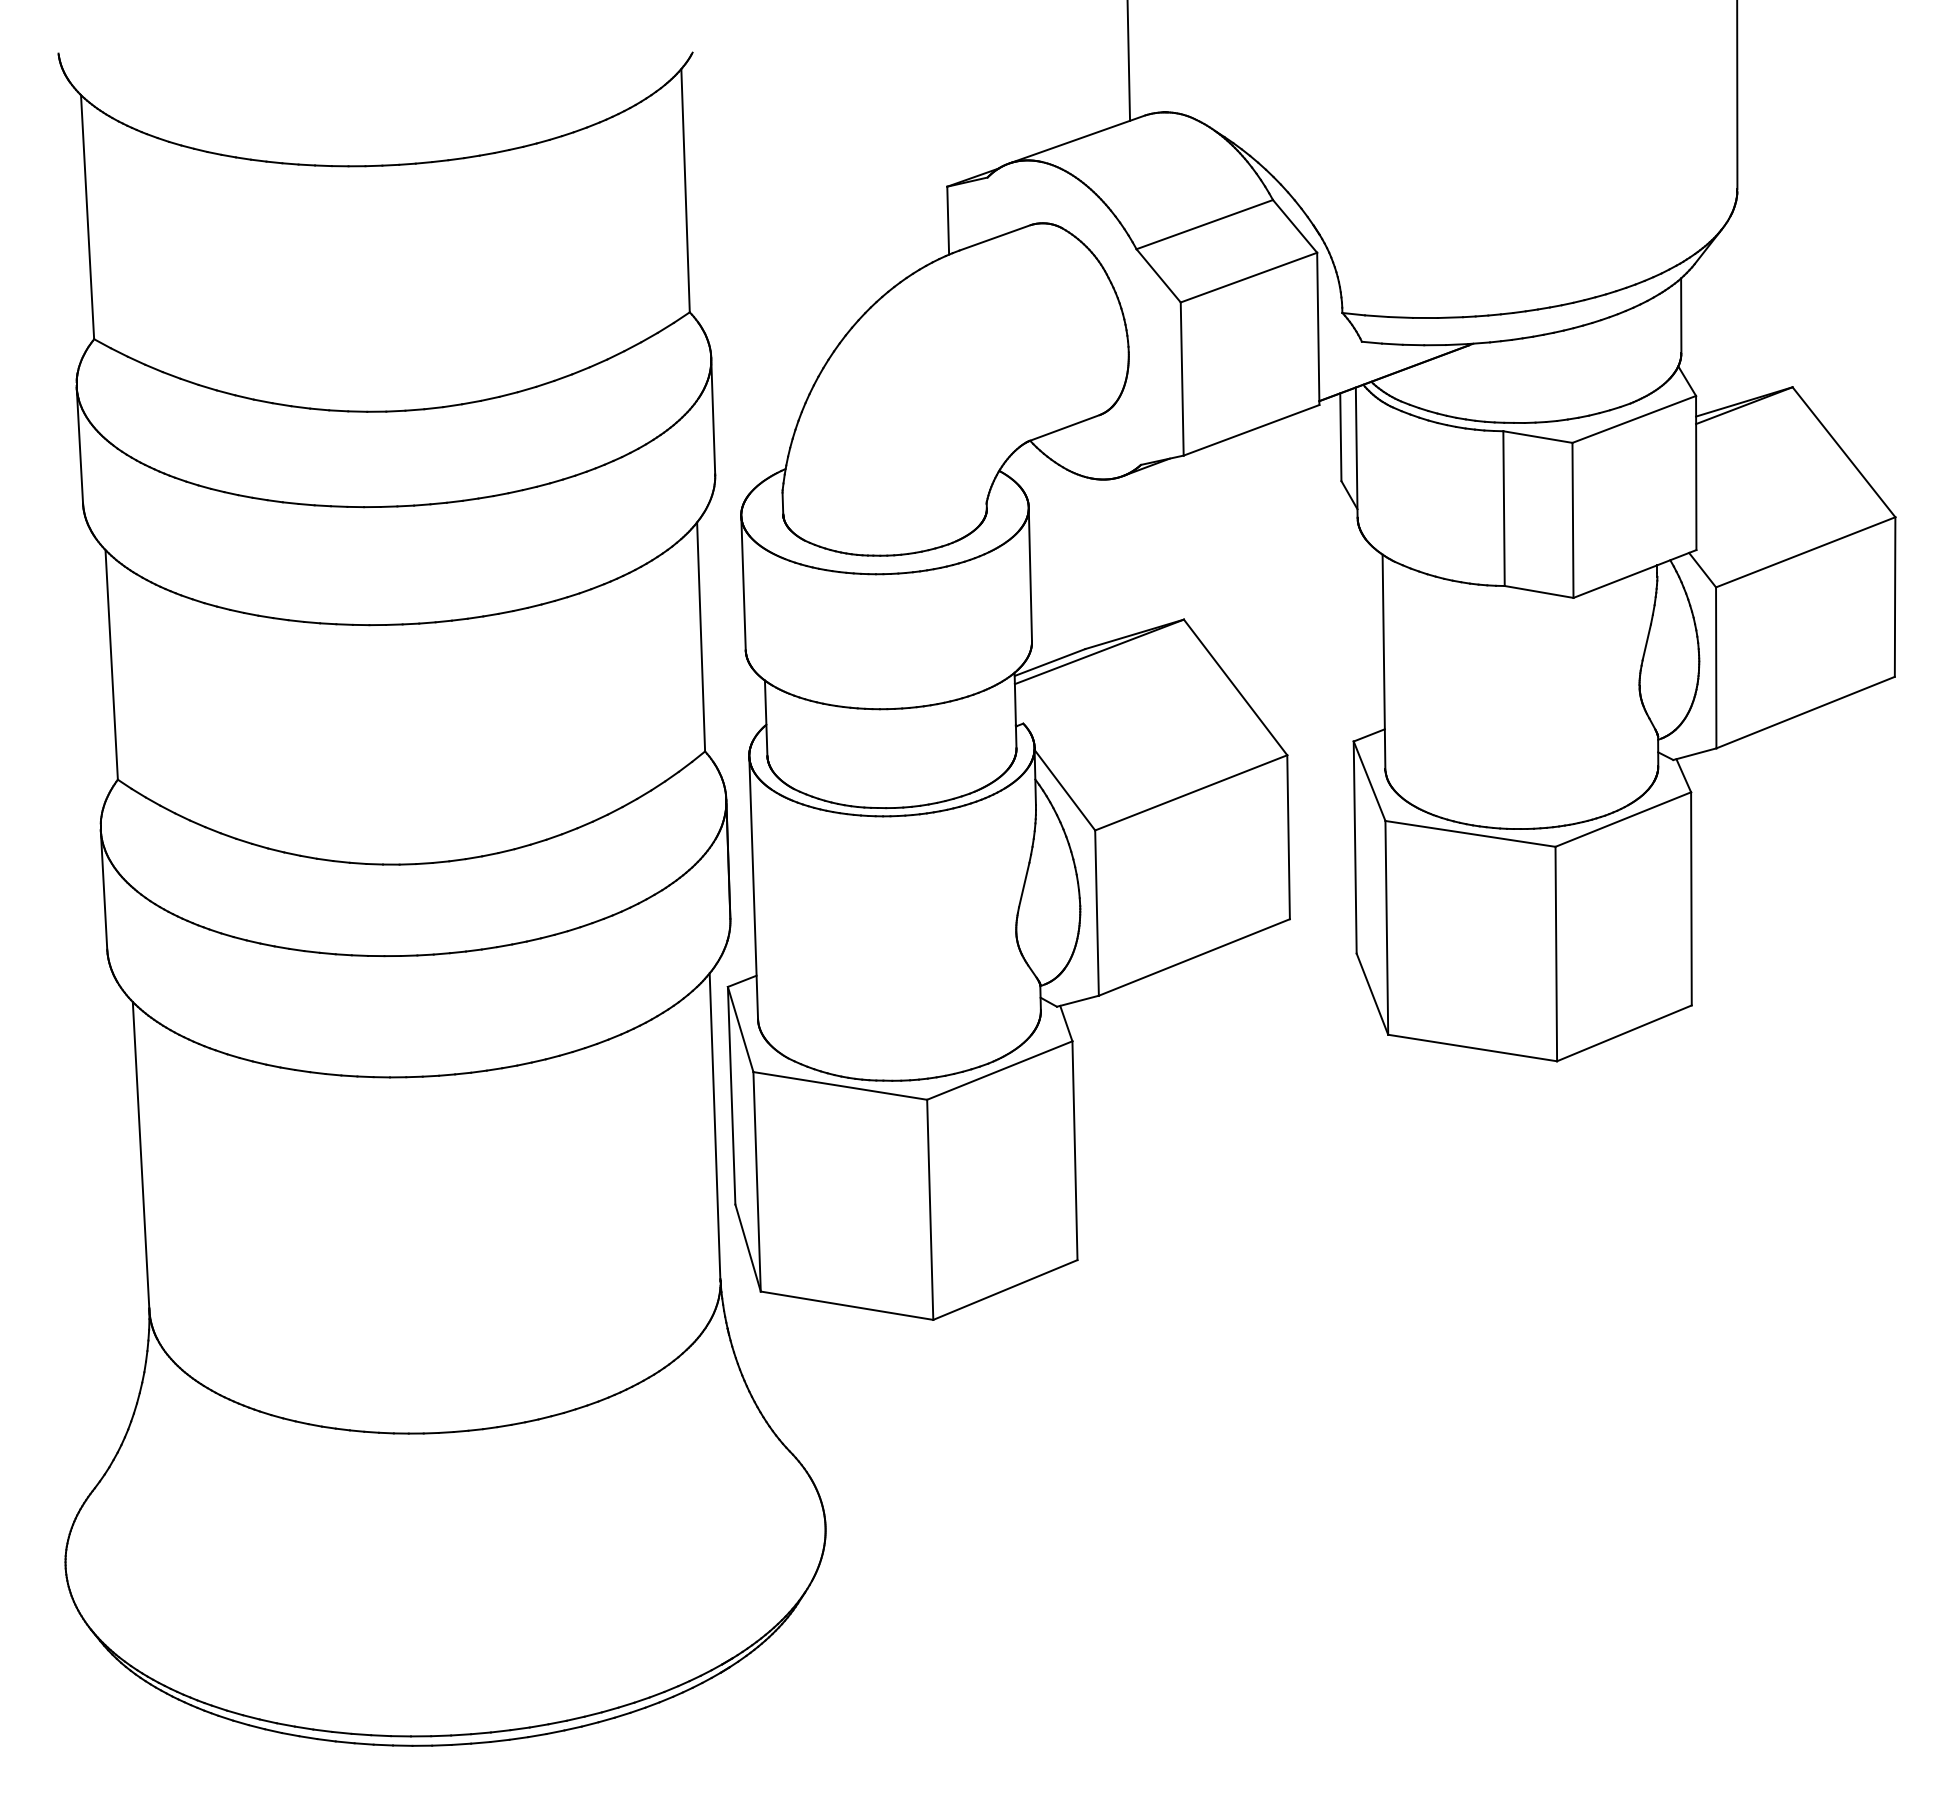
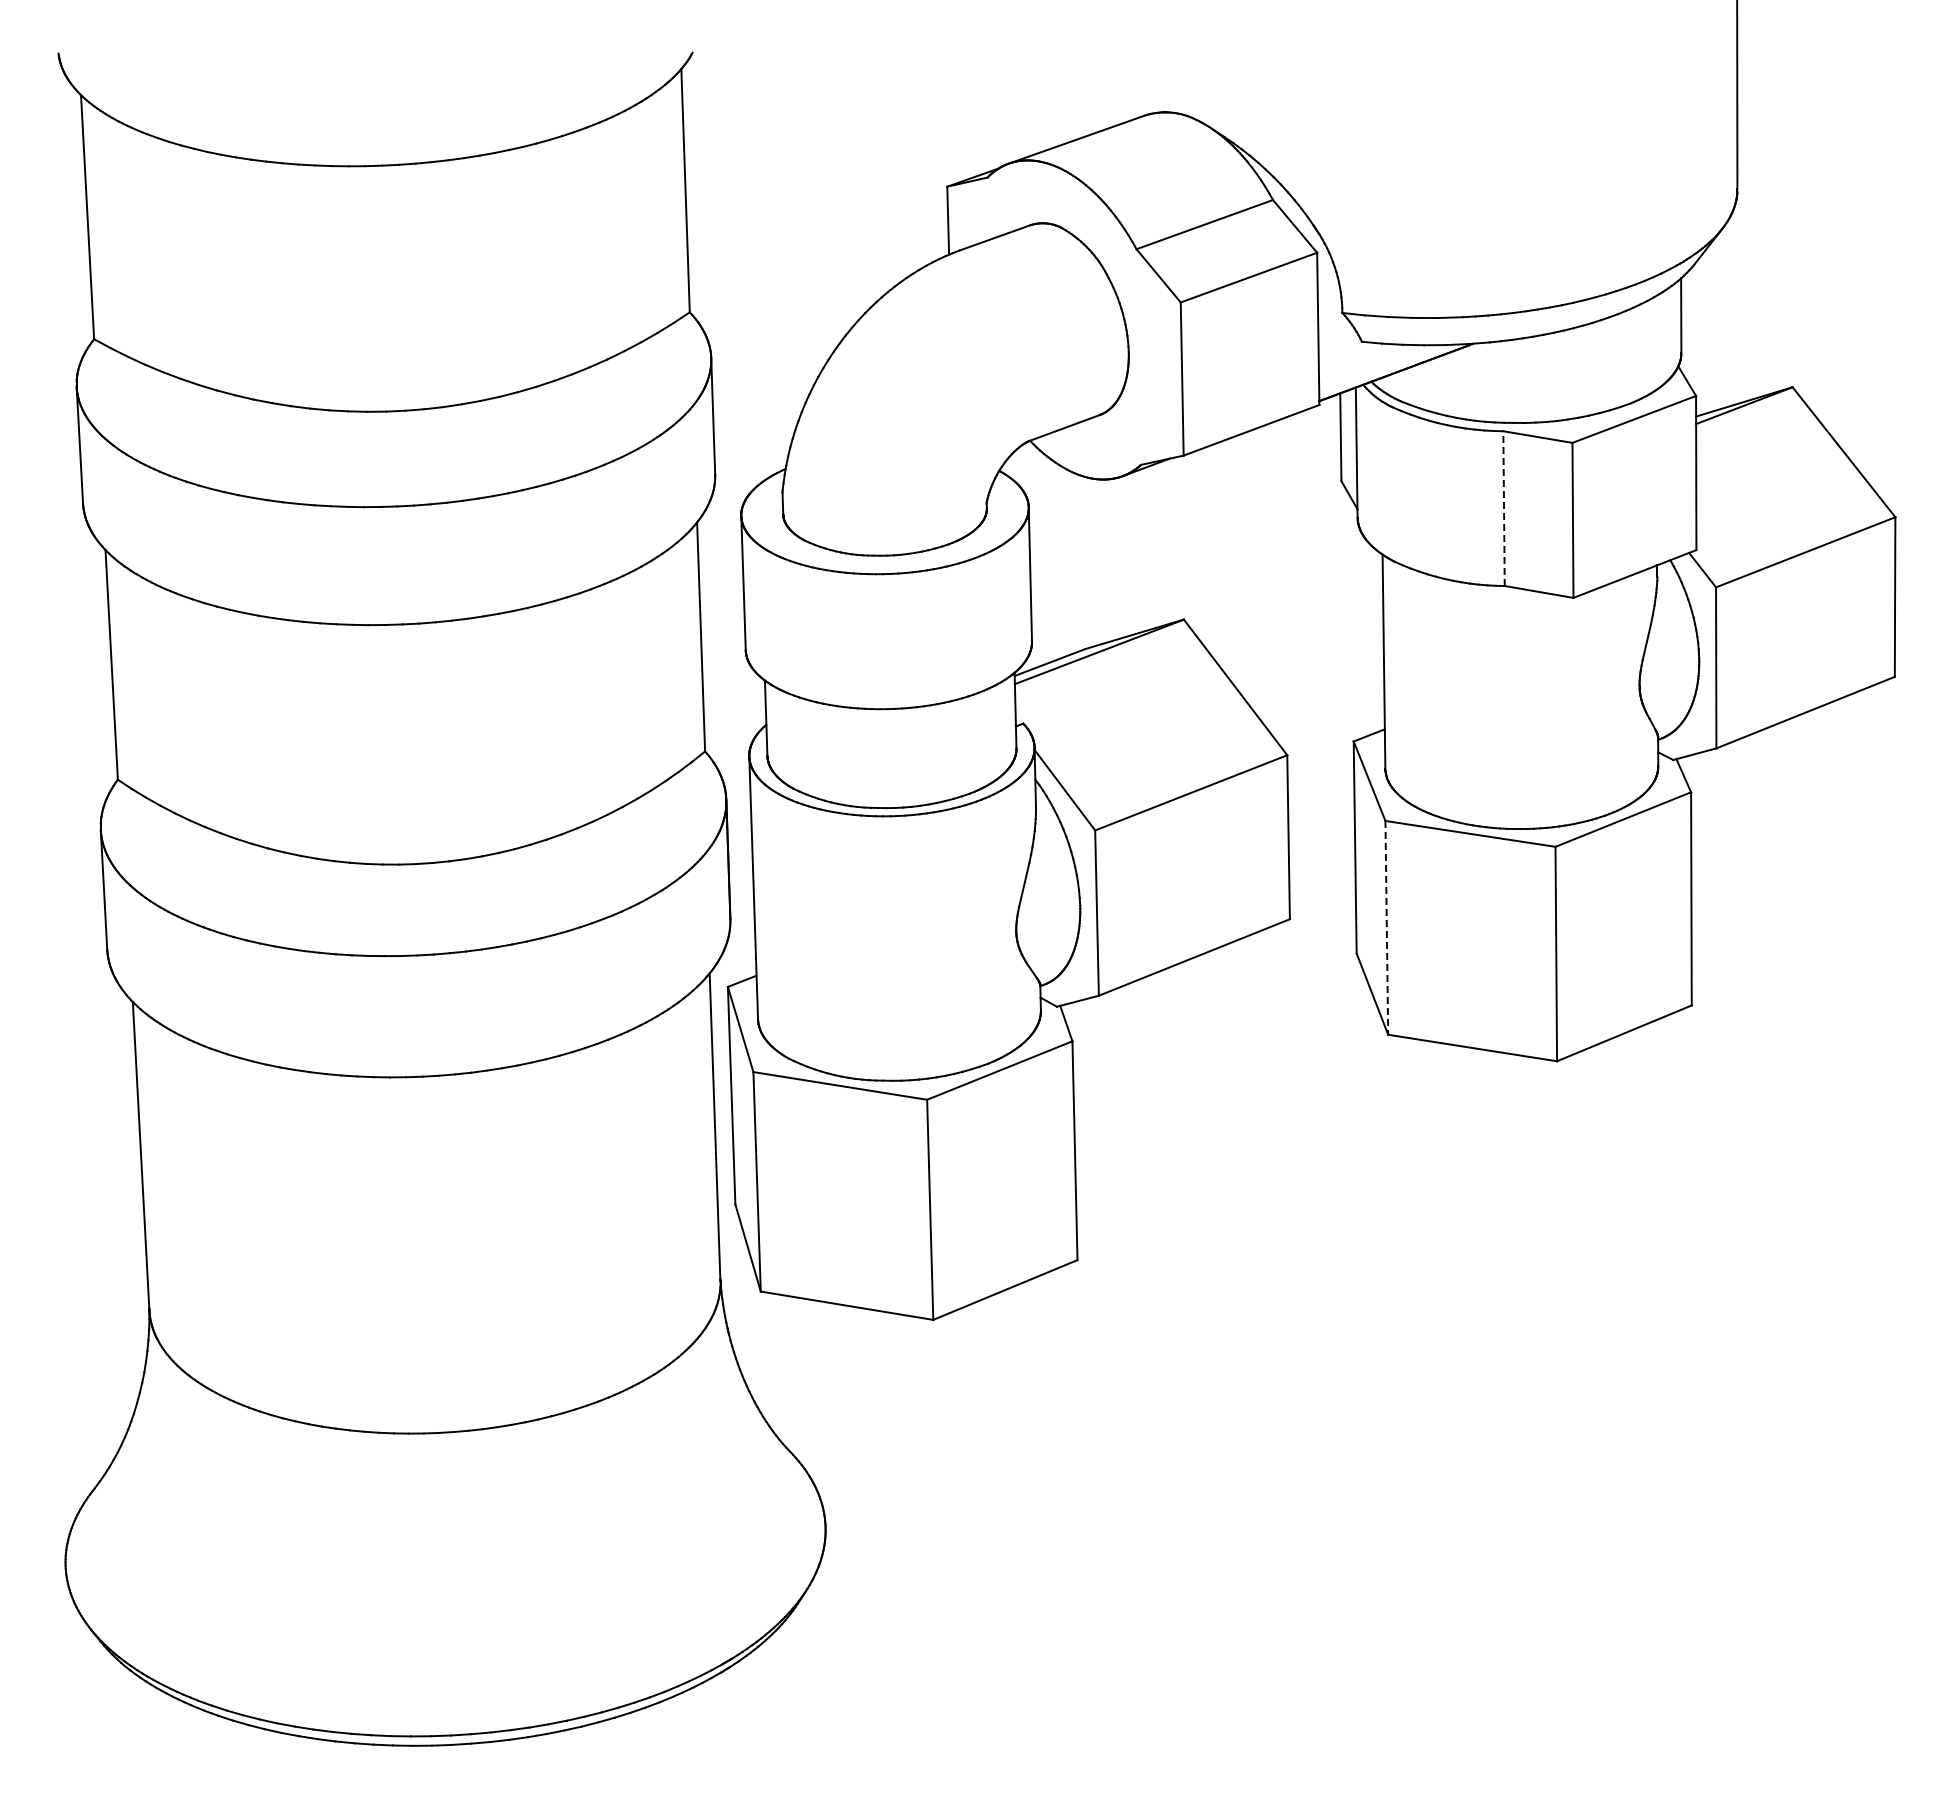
line at (1128, 61): present -> none
line at (1504, 508): solid -> dashed
line at (1386, 927): solid -> dashed
